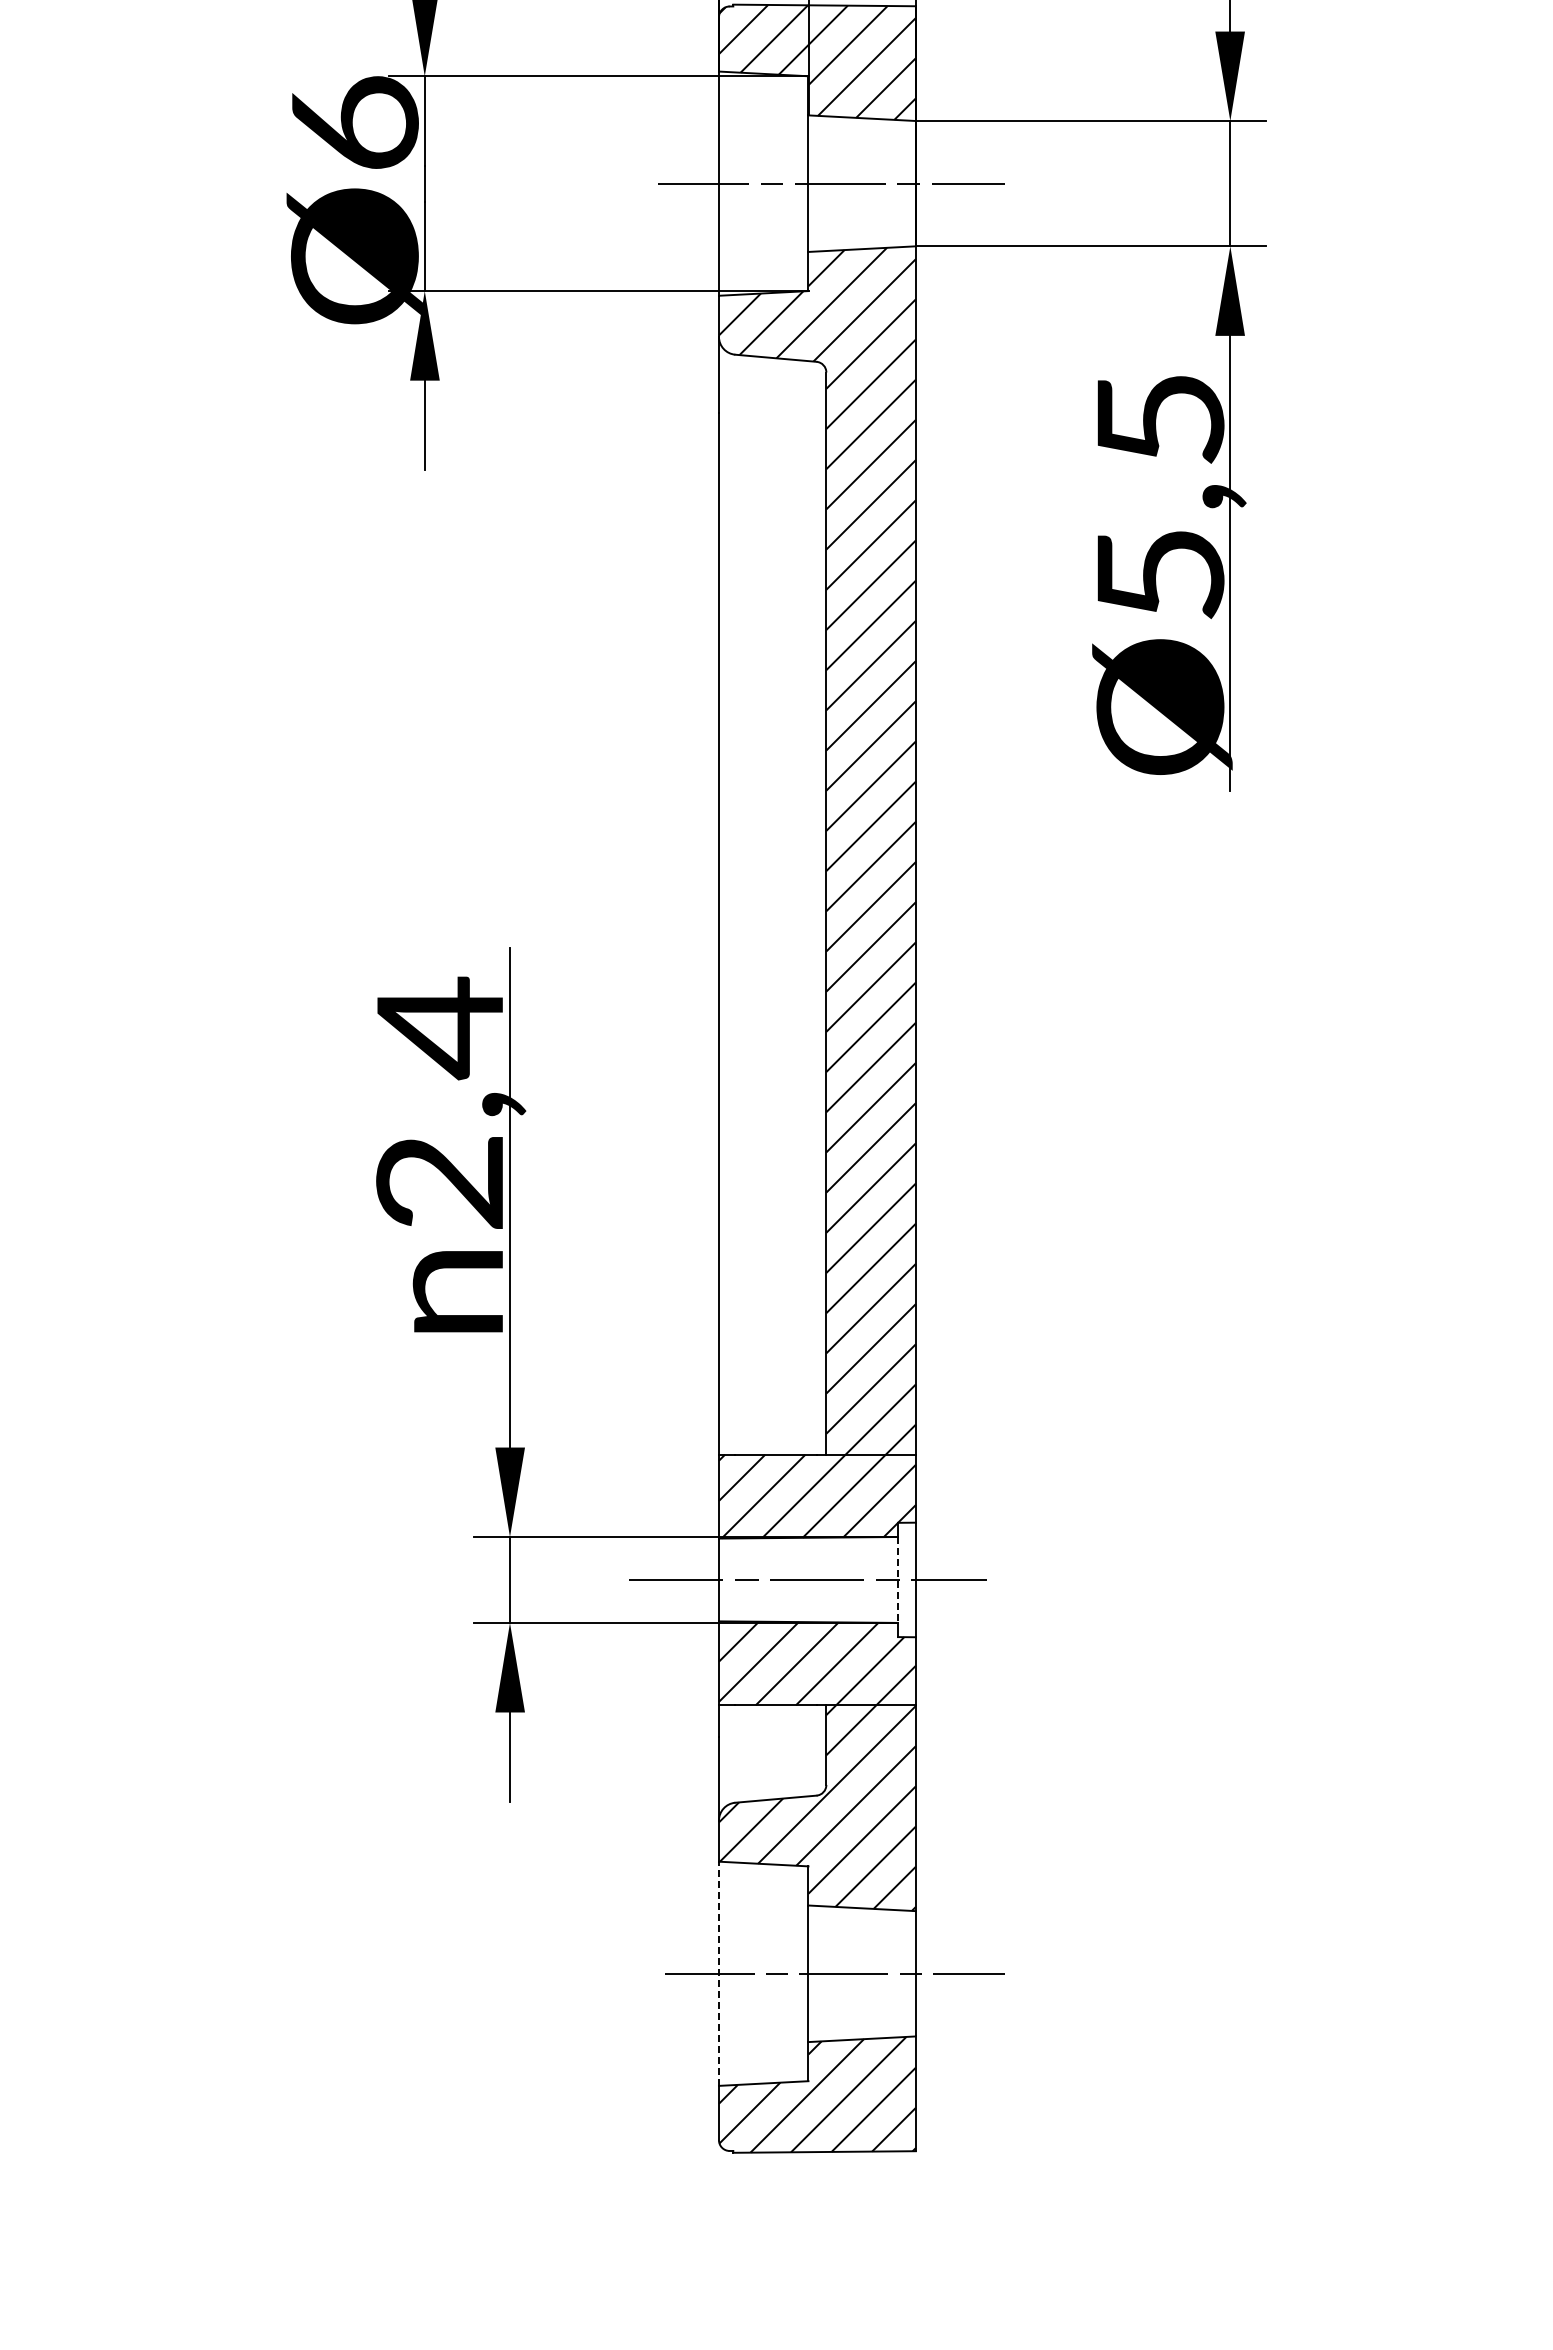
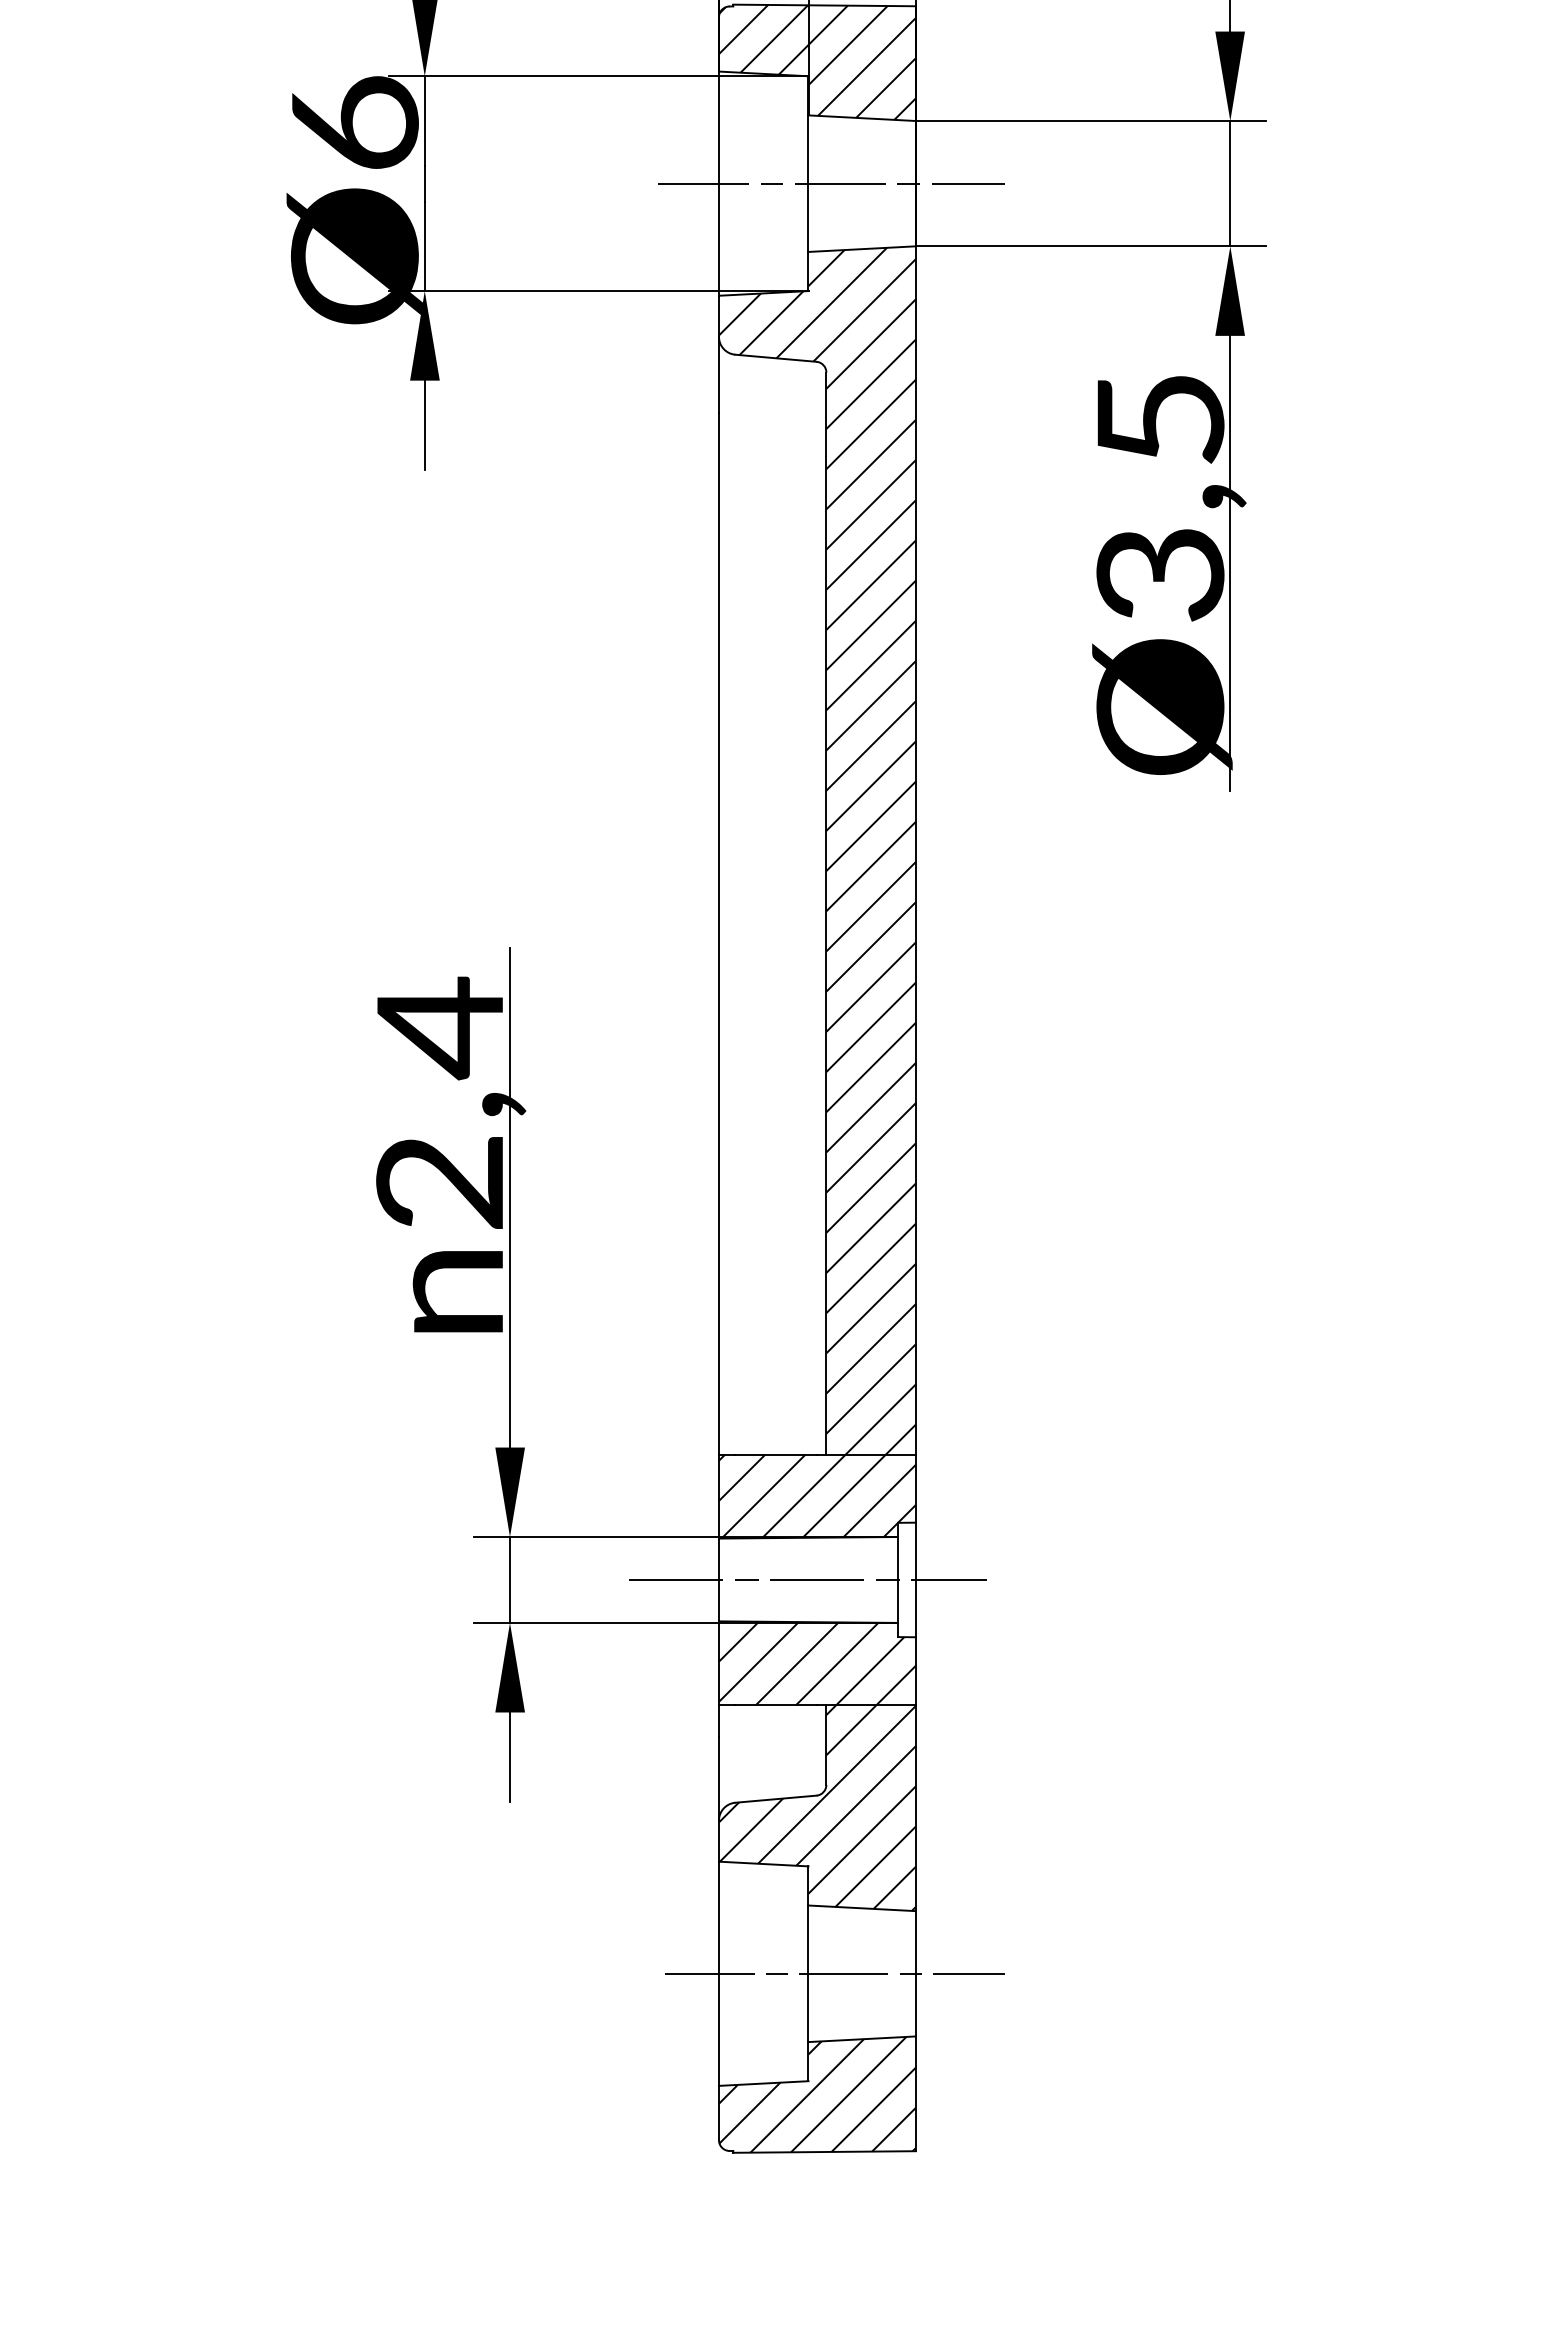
text at (1160, 575): Ø5,5 -> Ø3,5
line at (897, 1579): dashed -> solid
line at (718, 1973): dashed -> solid
